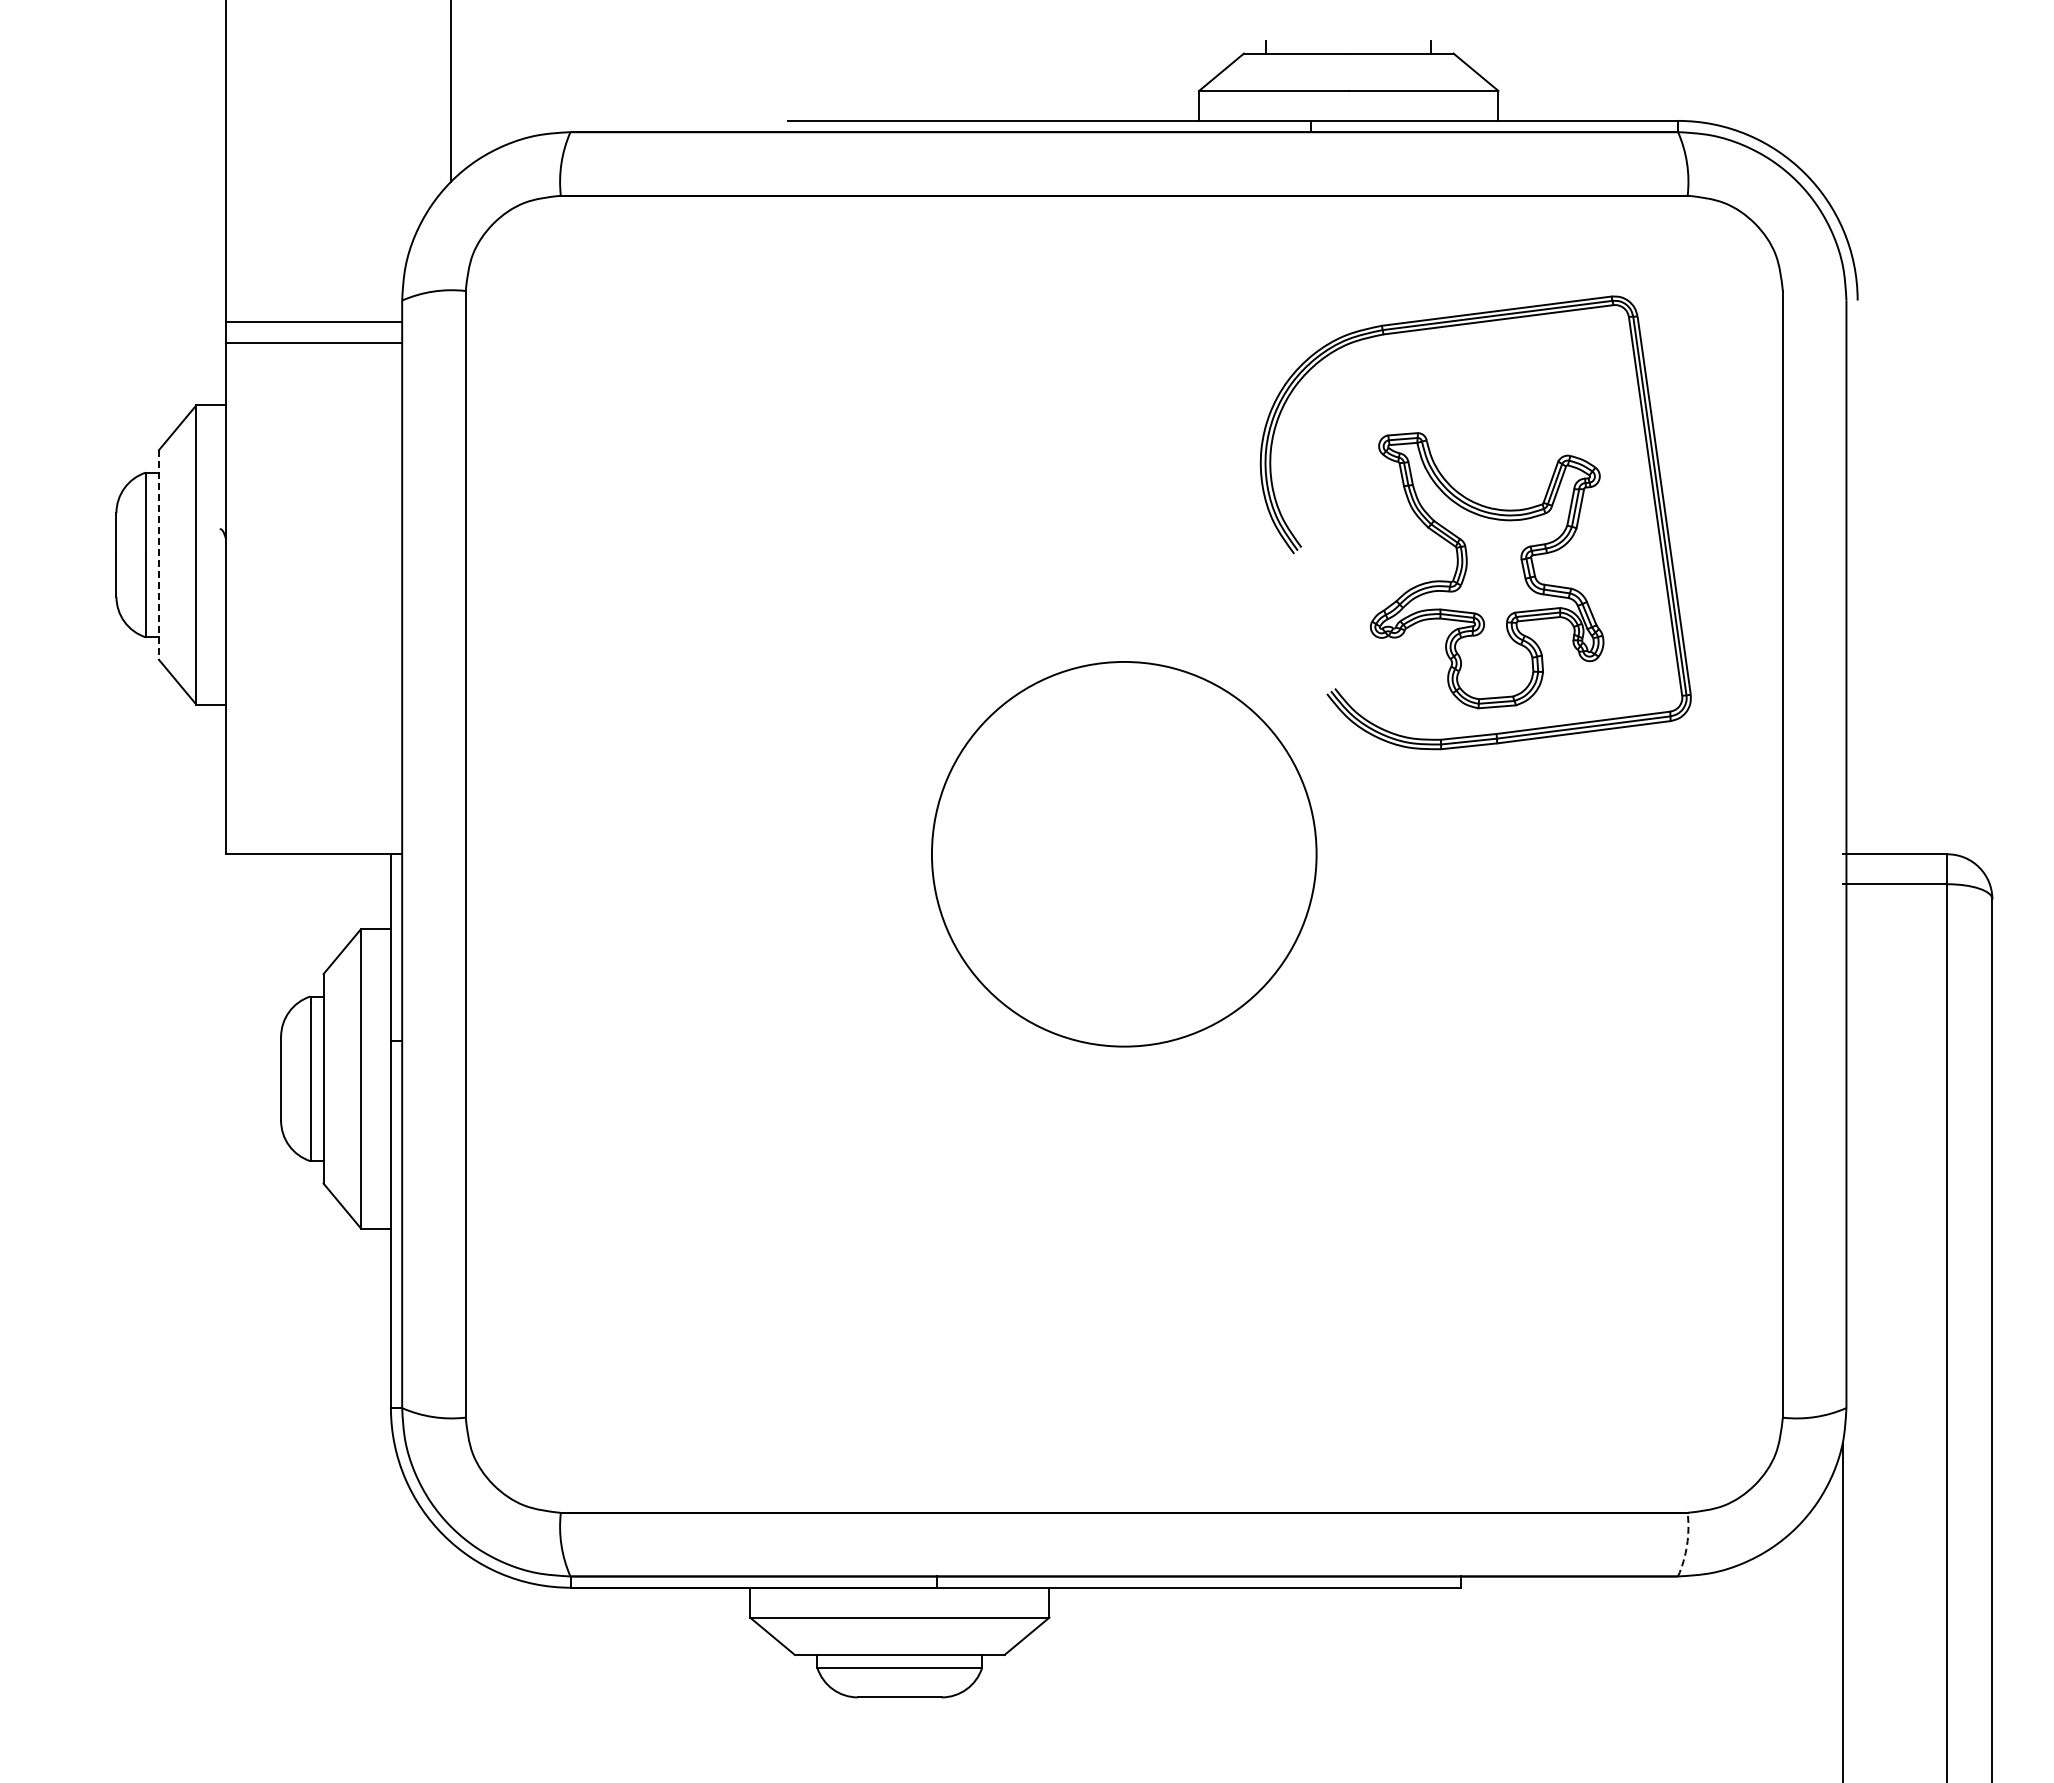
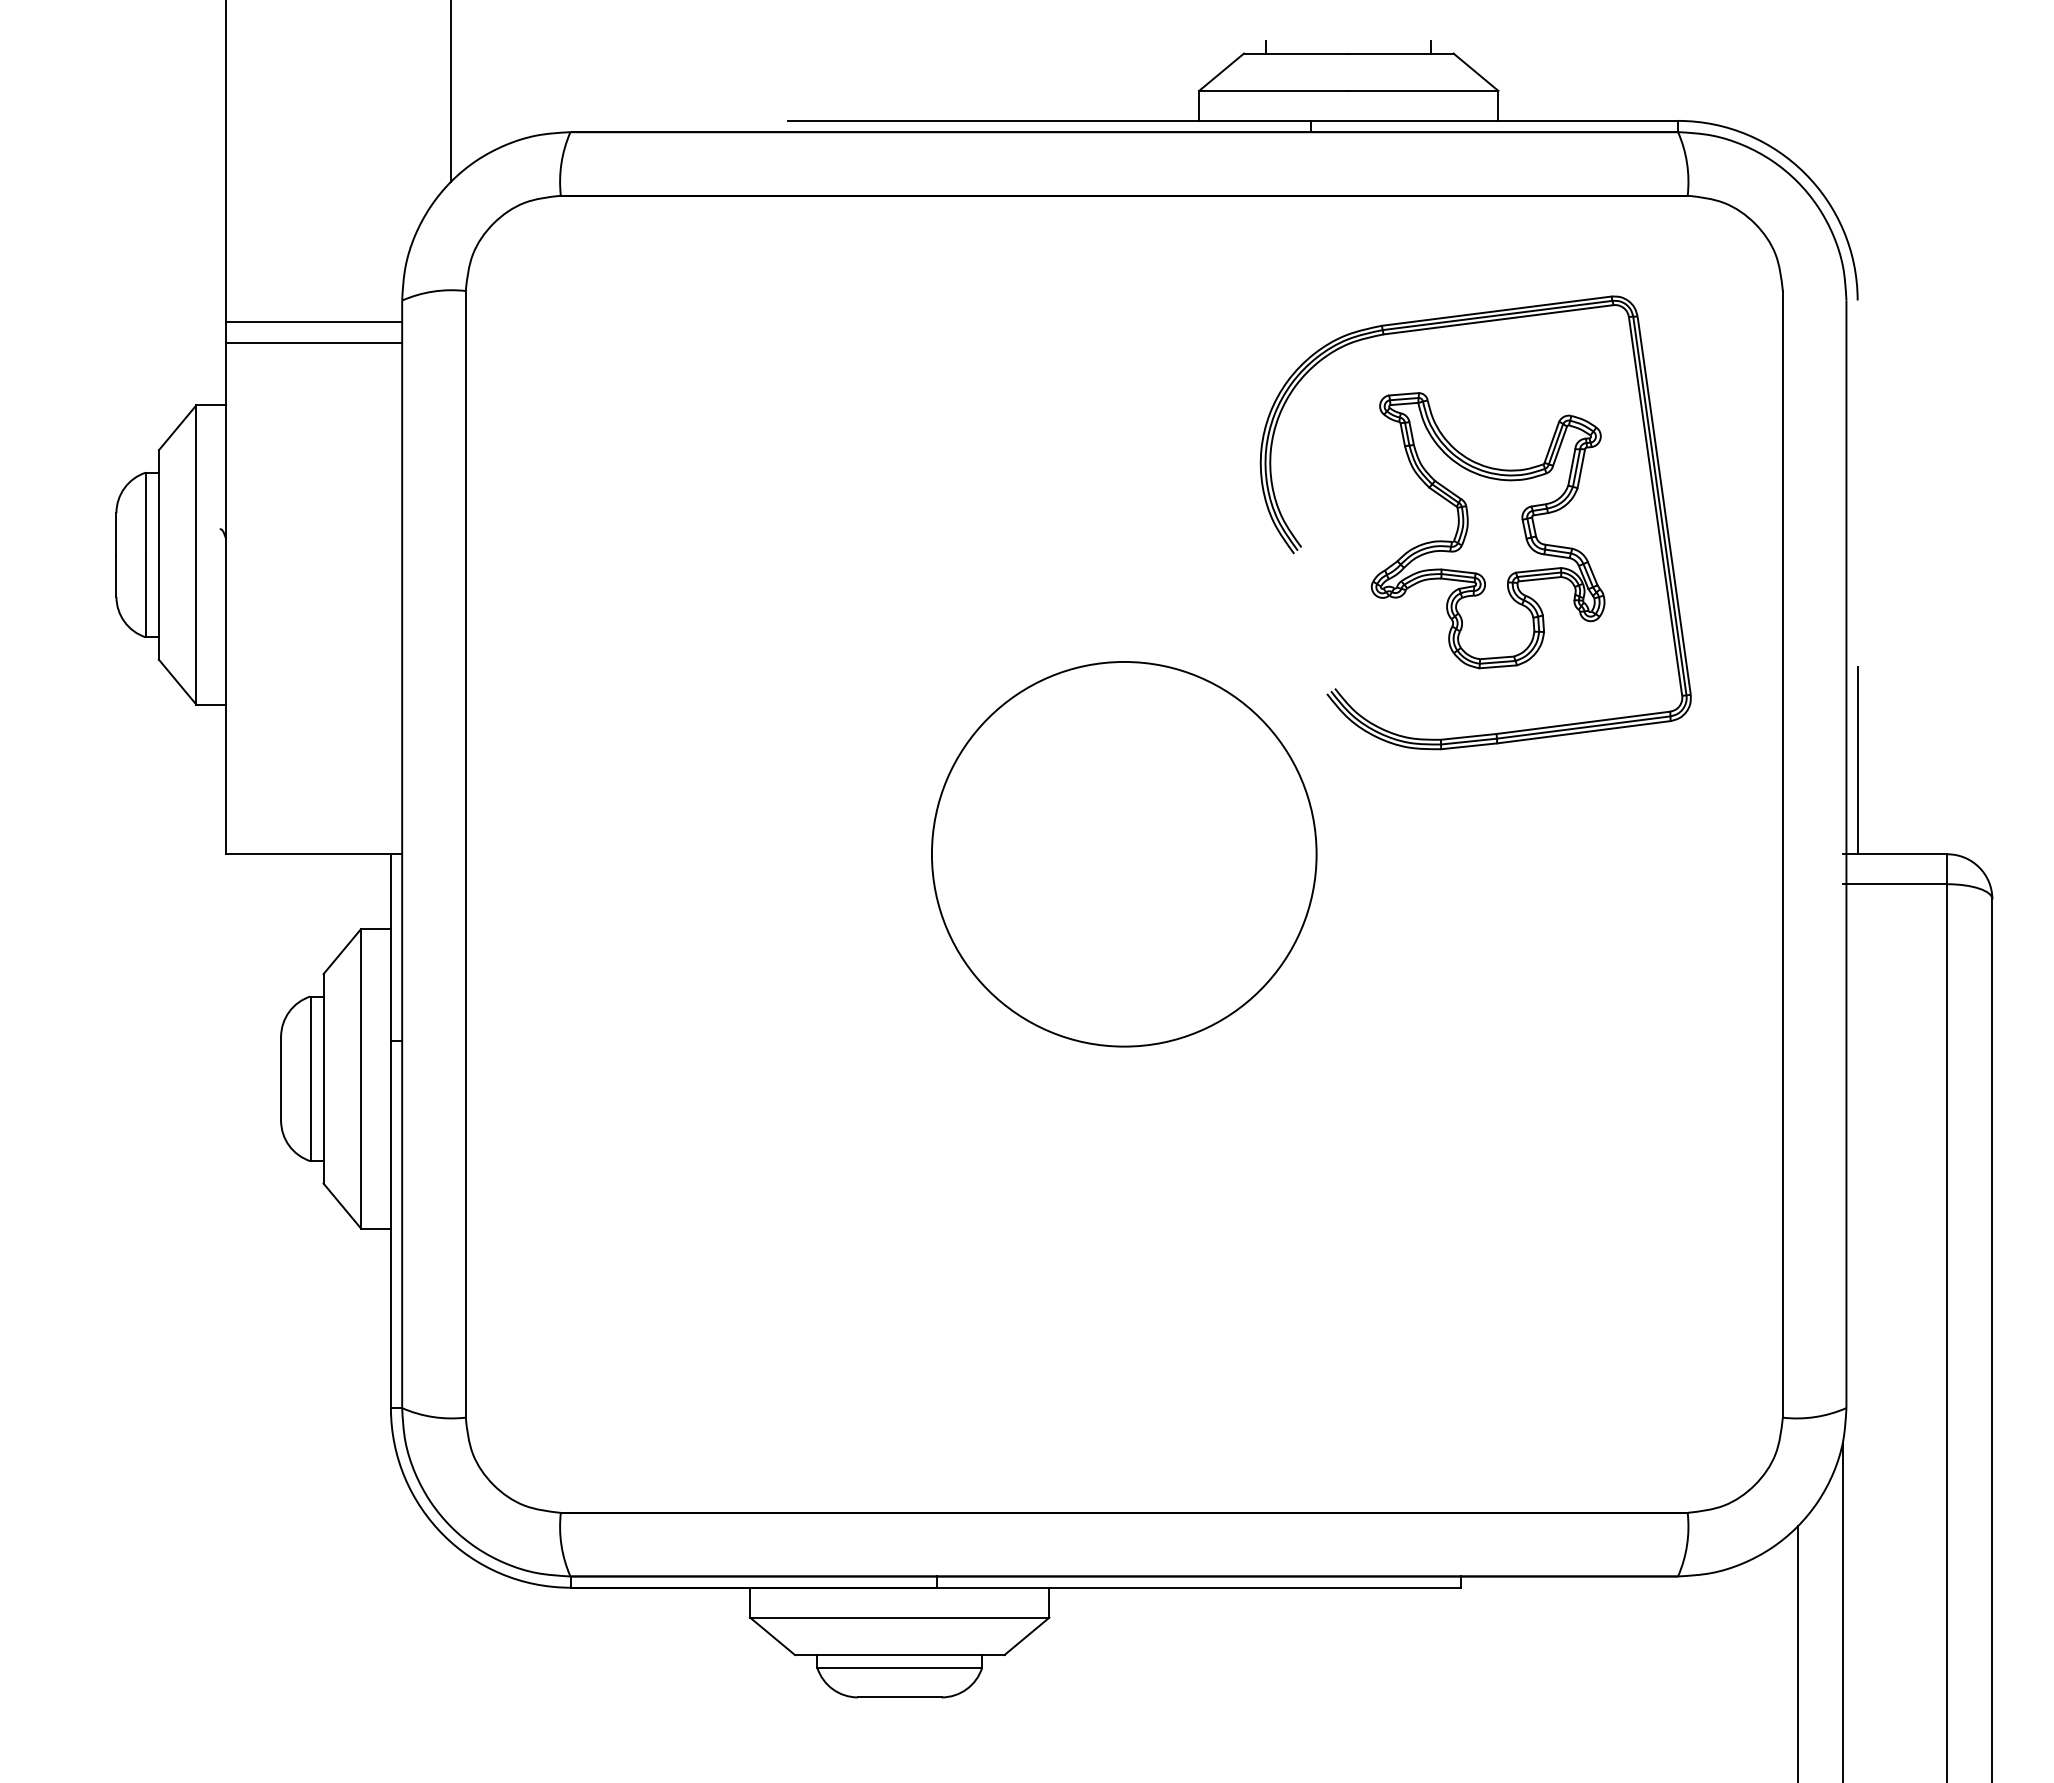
line at (158, 555): dashed -> solid
part at (1486, 570) position: (1486, 570) -> (1487, 530)
line at (1857, 760): none -> present
arc at (1687, 1545): dashed -> solid
line at (1797, 1652): none -> present
